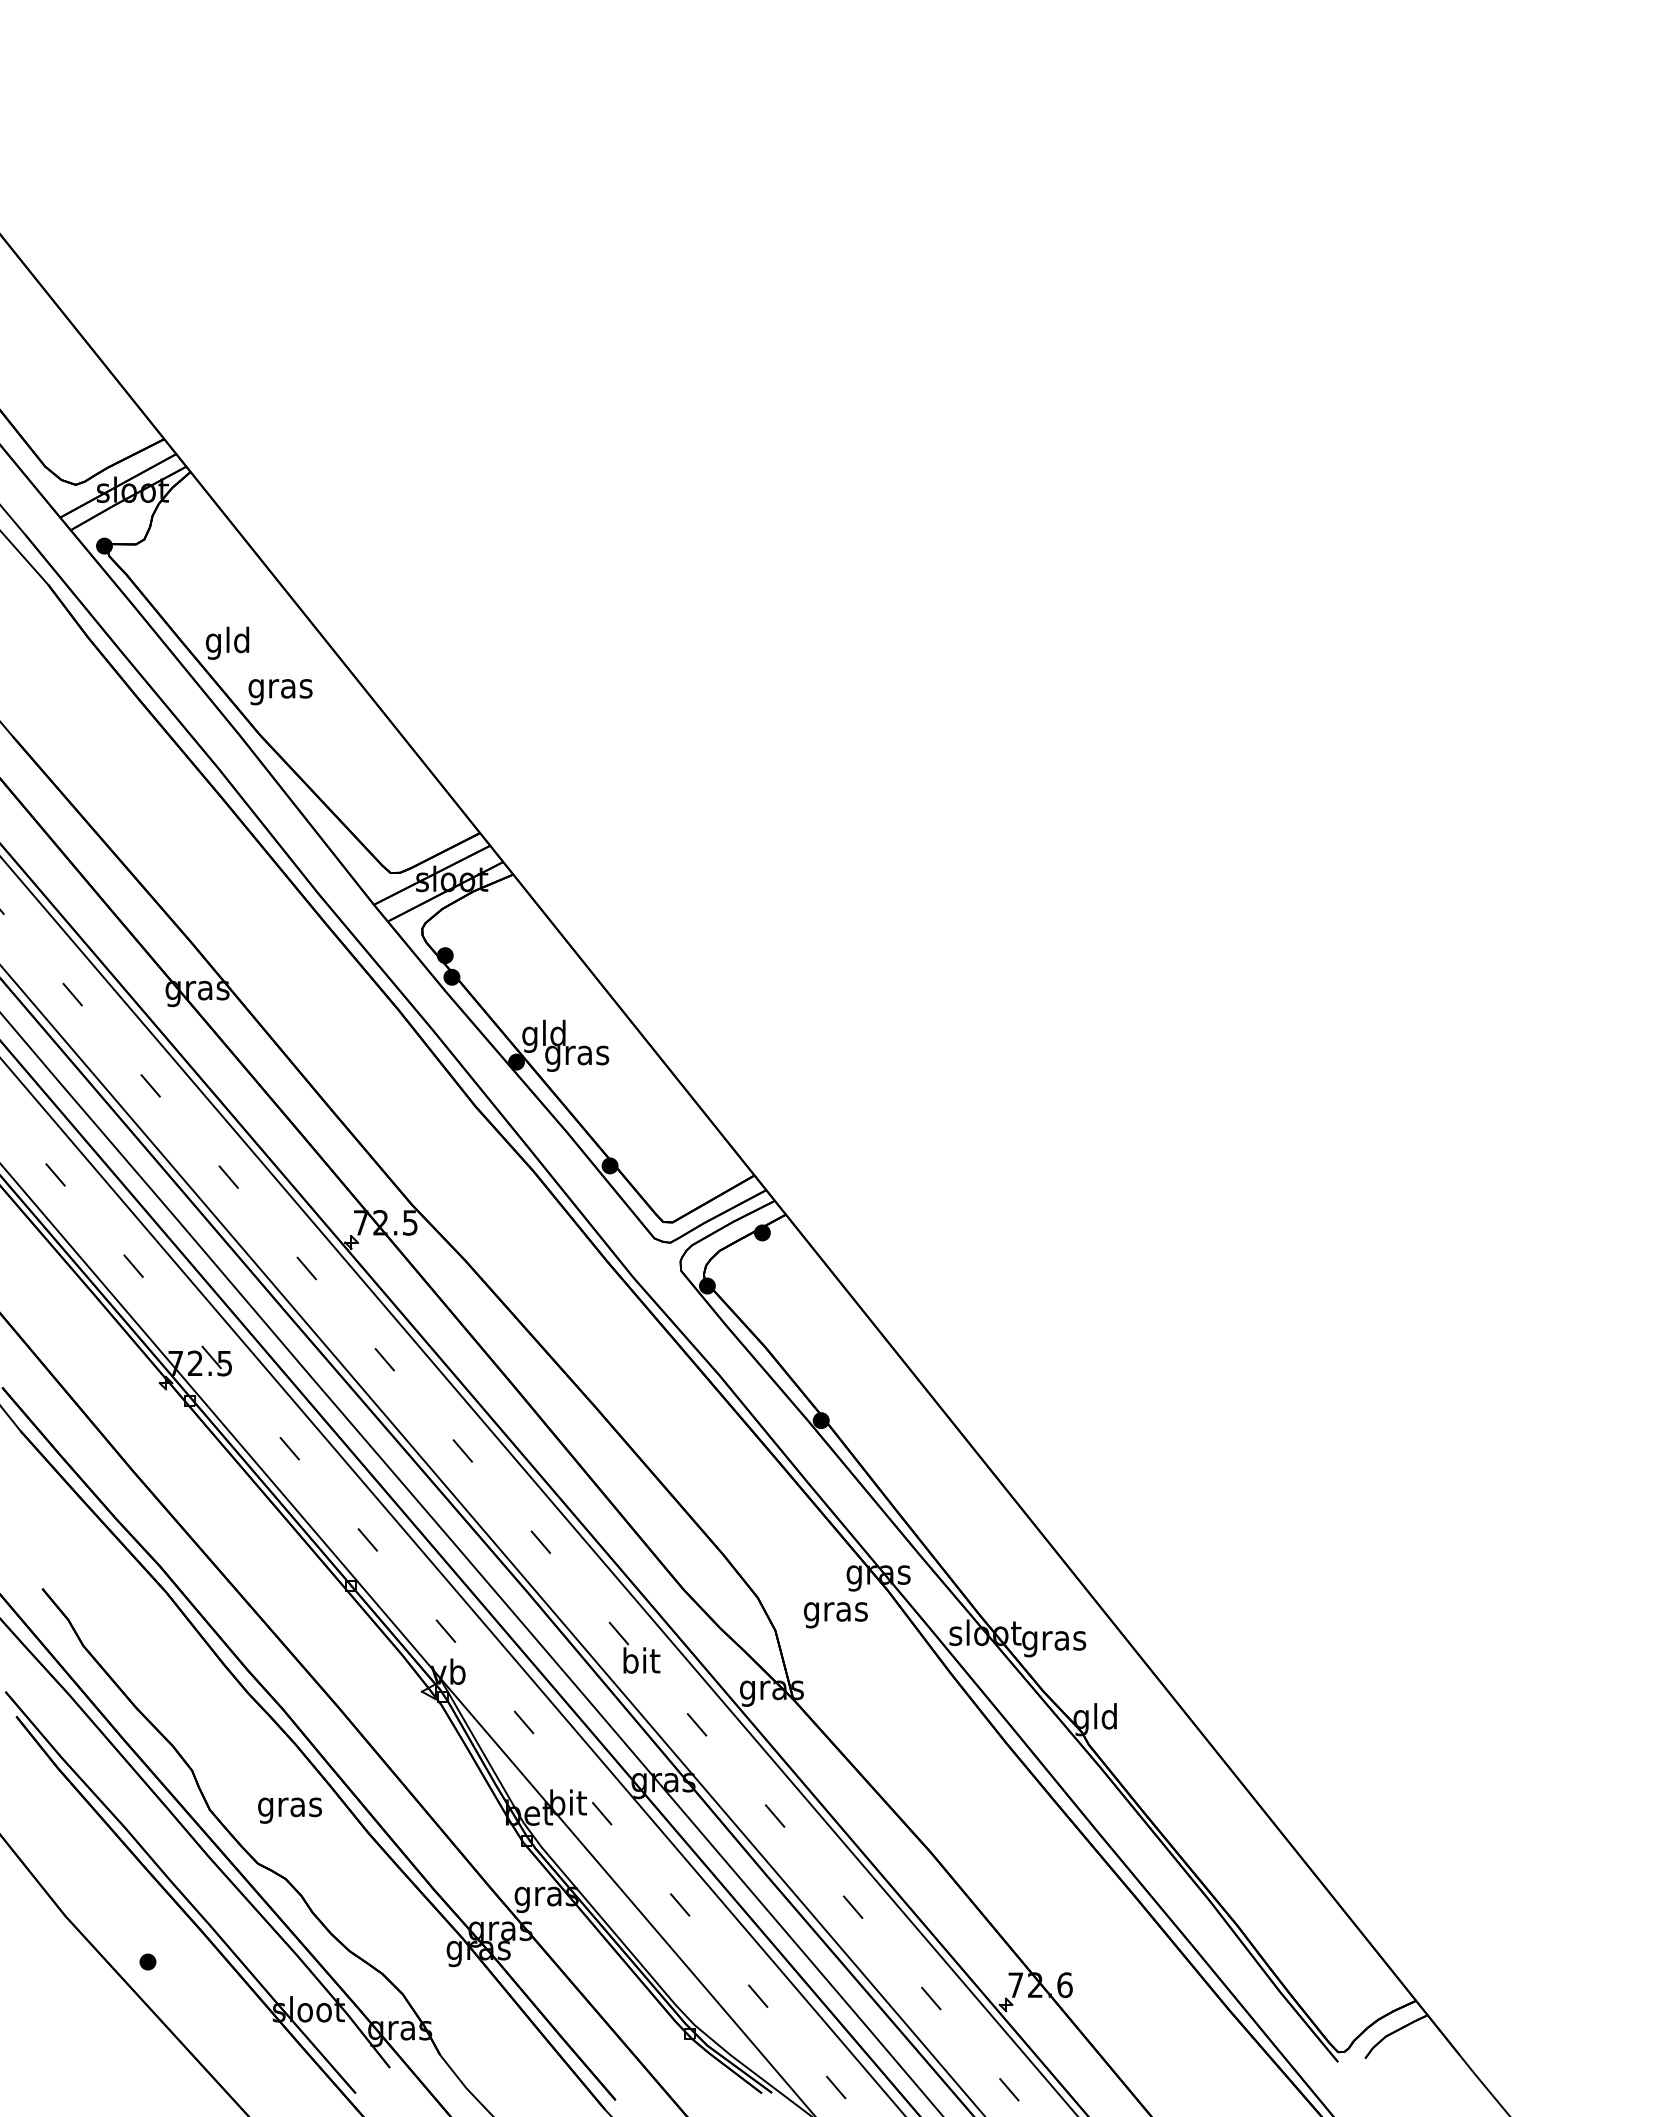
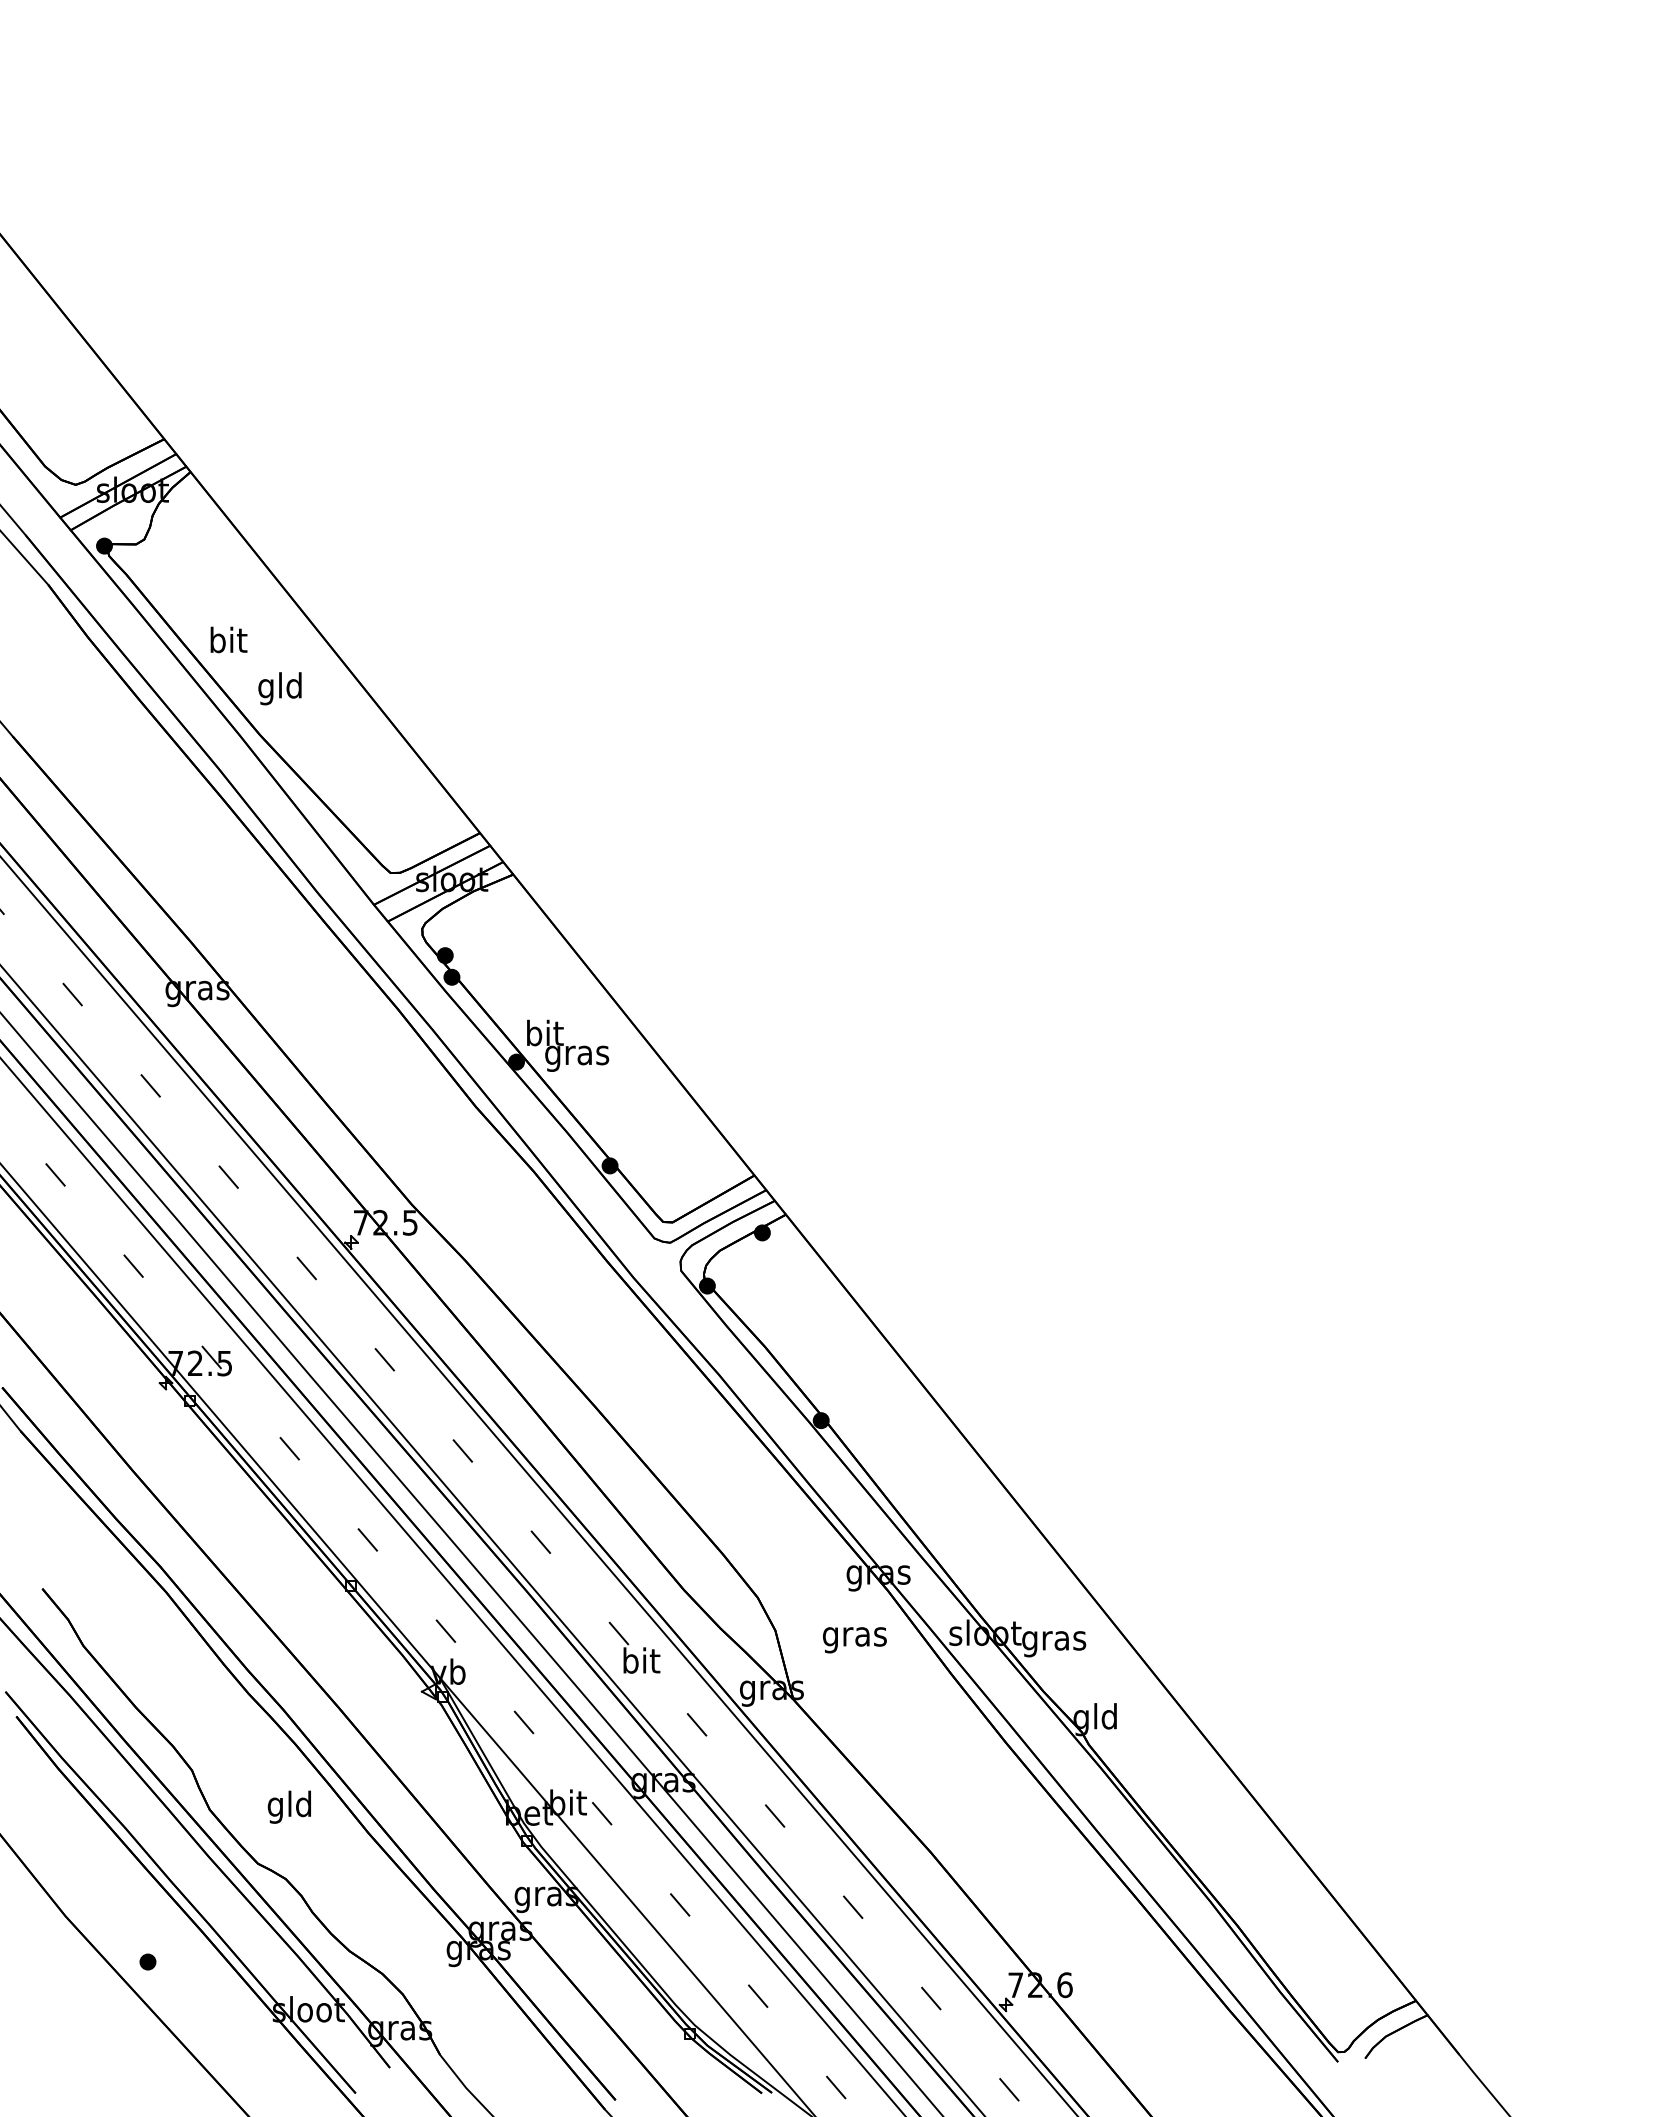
text at (227, 642): gld -> bit
text at (280, 688): gras -> gld
text at (543, 1035): gld -> bit
text at (835, 1615) position: (835, 1615) -> (854, 1640)
text at (290, 1806): gras -> gld
